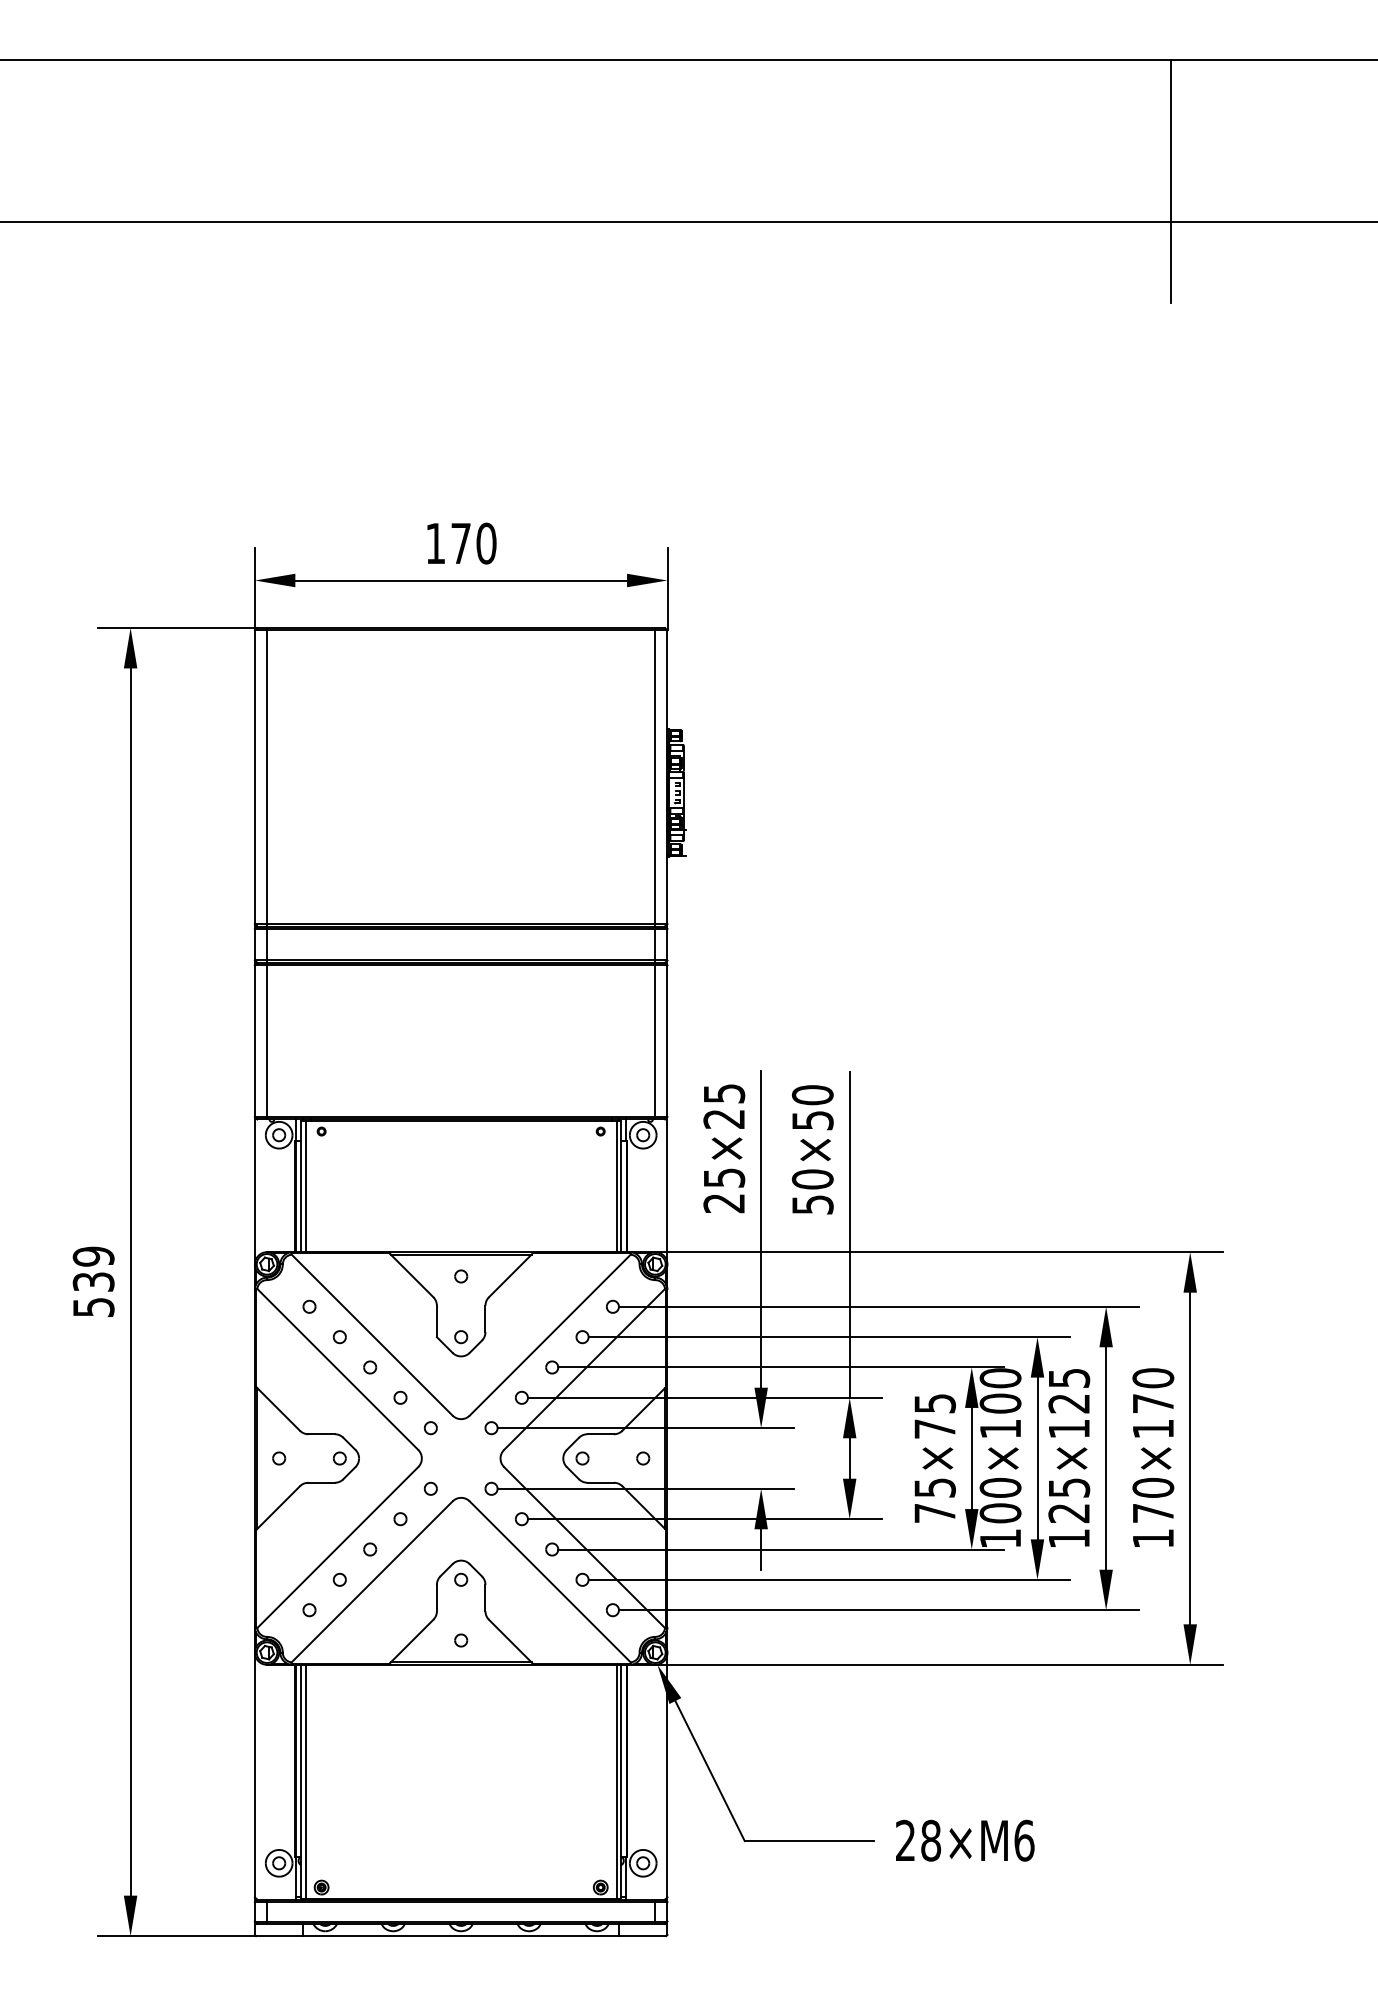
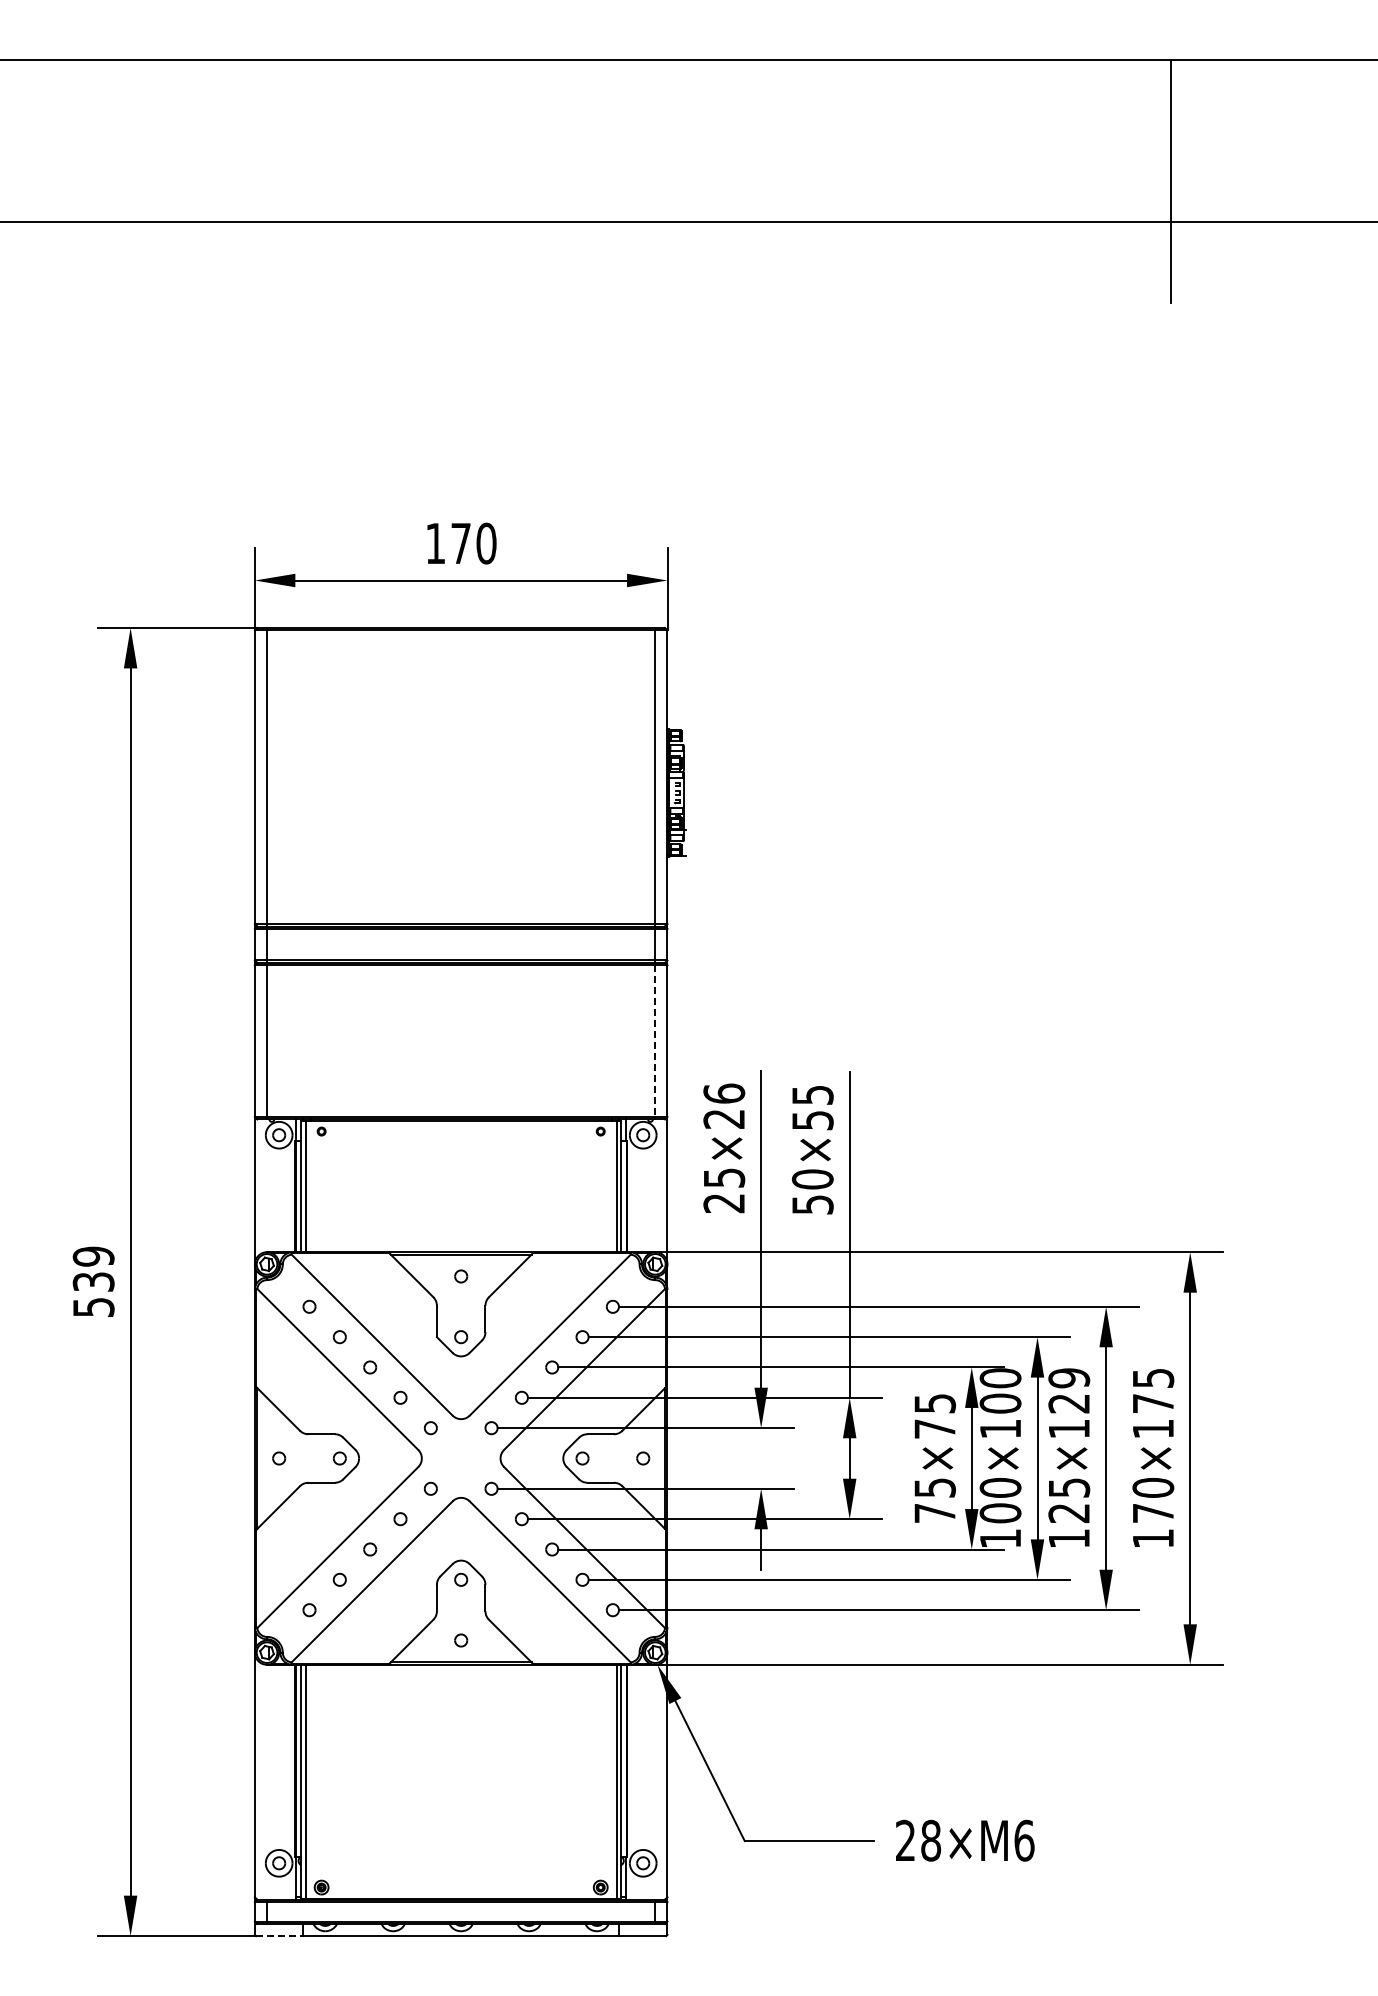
line at (655, 1041): solid -> dashed
text at (724, 1093): 25×25 -> 25×26
text at (812, 1095): 50×50 -> 50×55
text at (1068, 1378): 125×125 -> 125×129
text at (1153, 1378): 170×170 -> 170×175
line at (279, 1936): solid -> dashed
